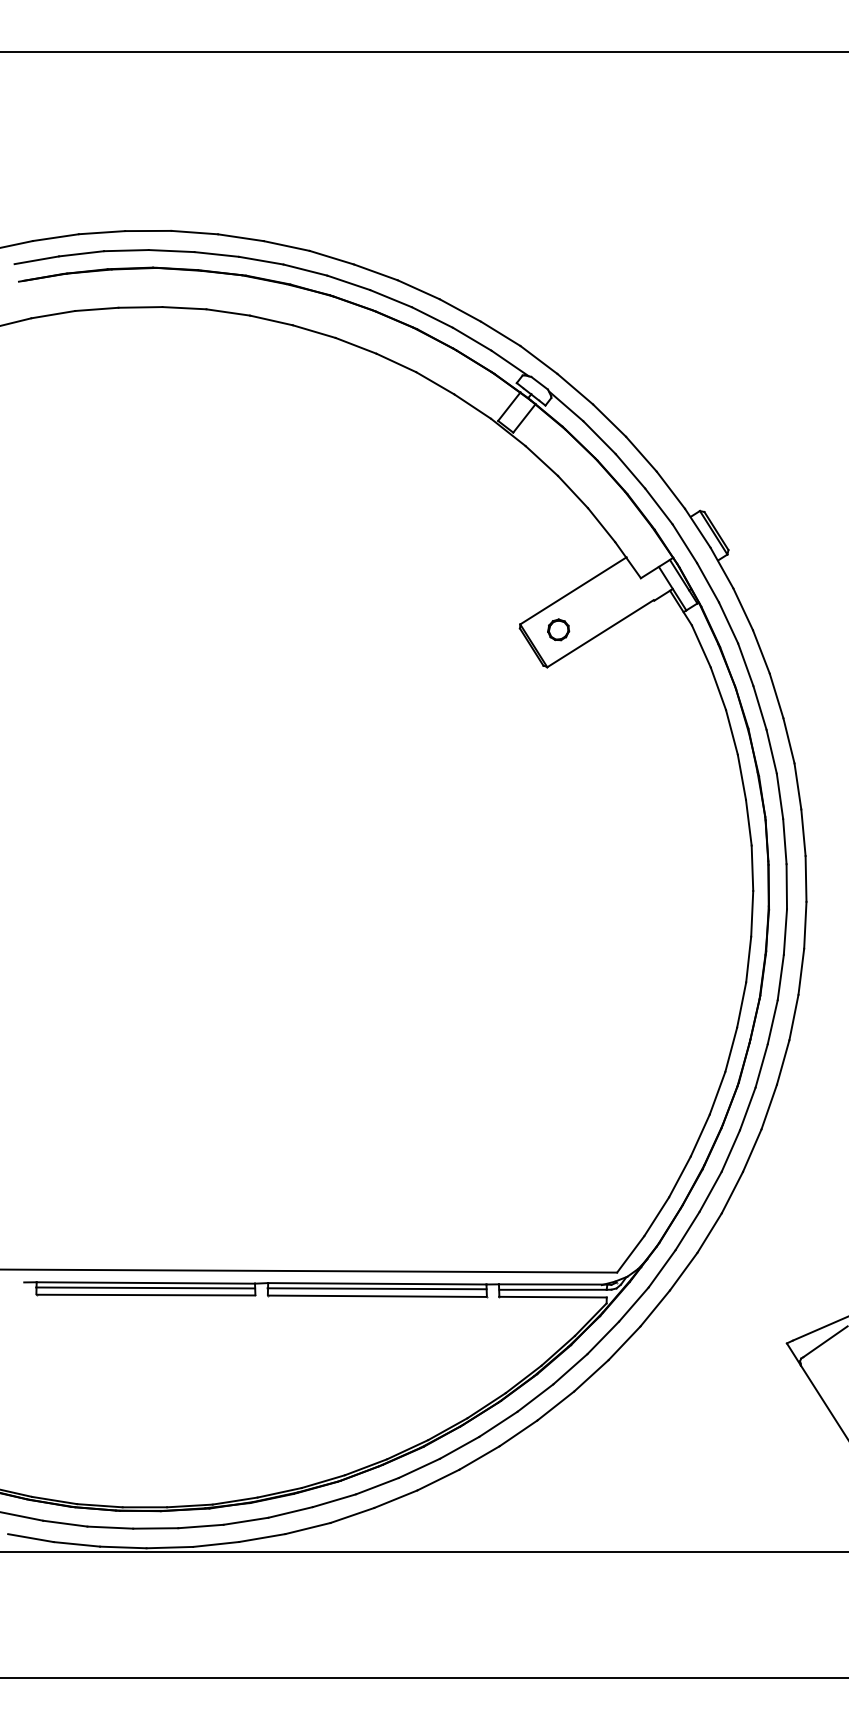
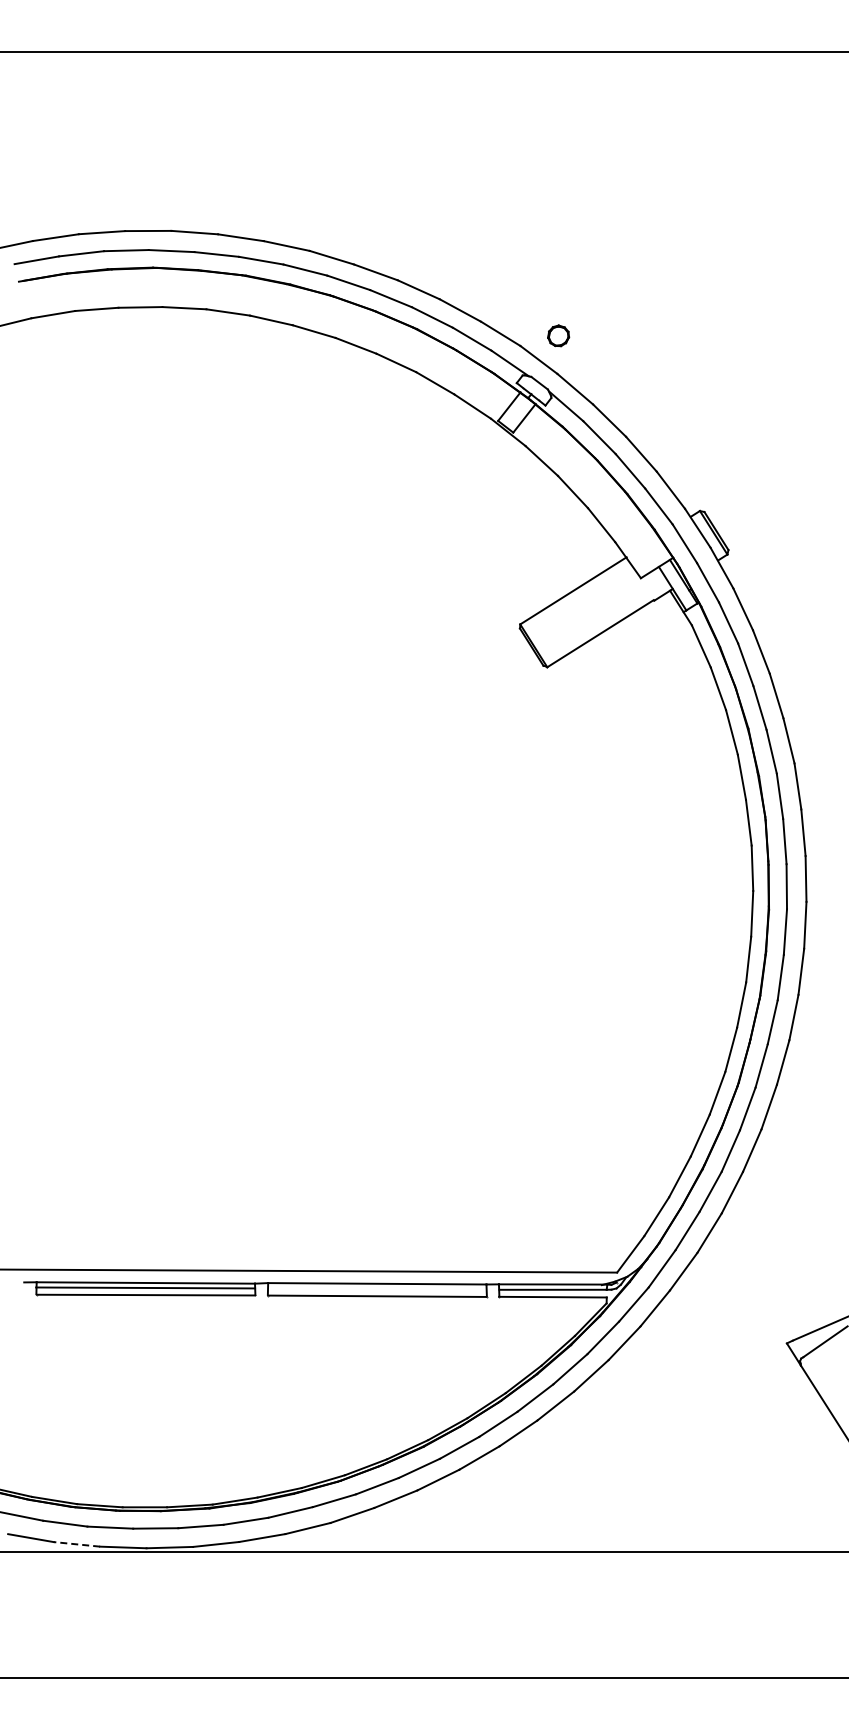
part at (558, 629) position: (558, 629) -> (558, 335)
line at (376, 1288): present -> none
line at (76, 1544): solid -> dashed
